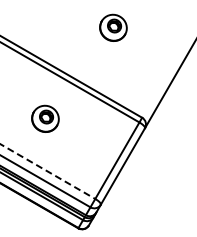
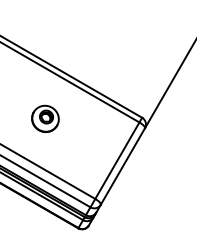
part at (113, 27): present -> none
line at (47, 171): dashed -> solid
